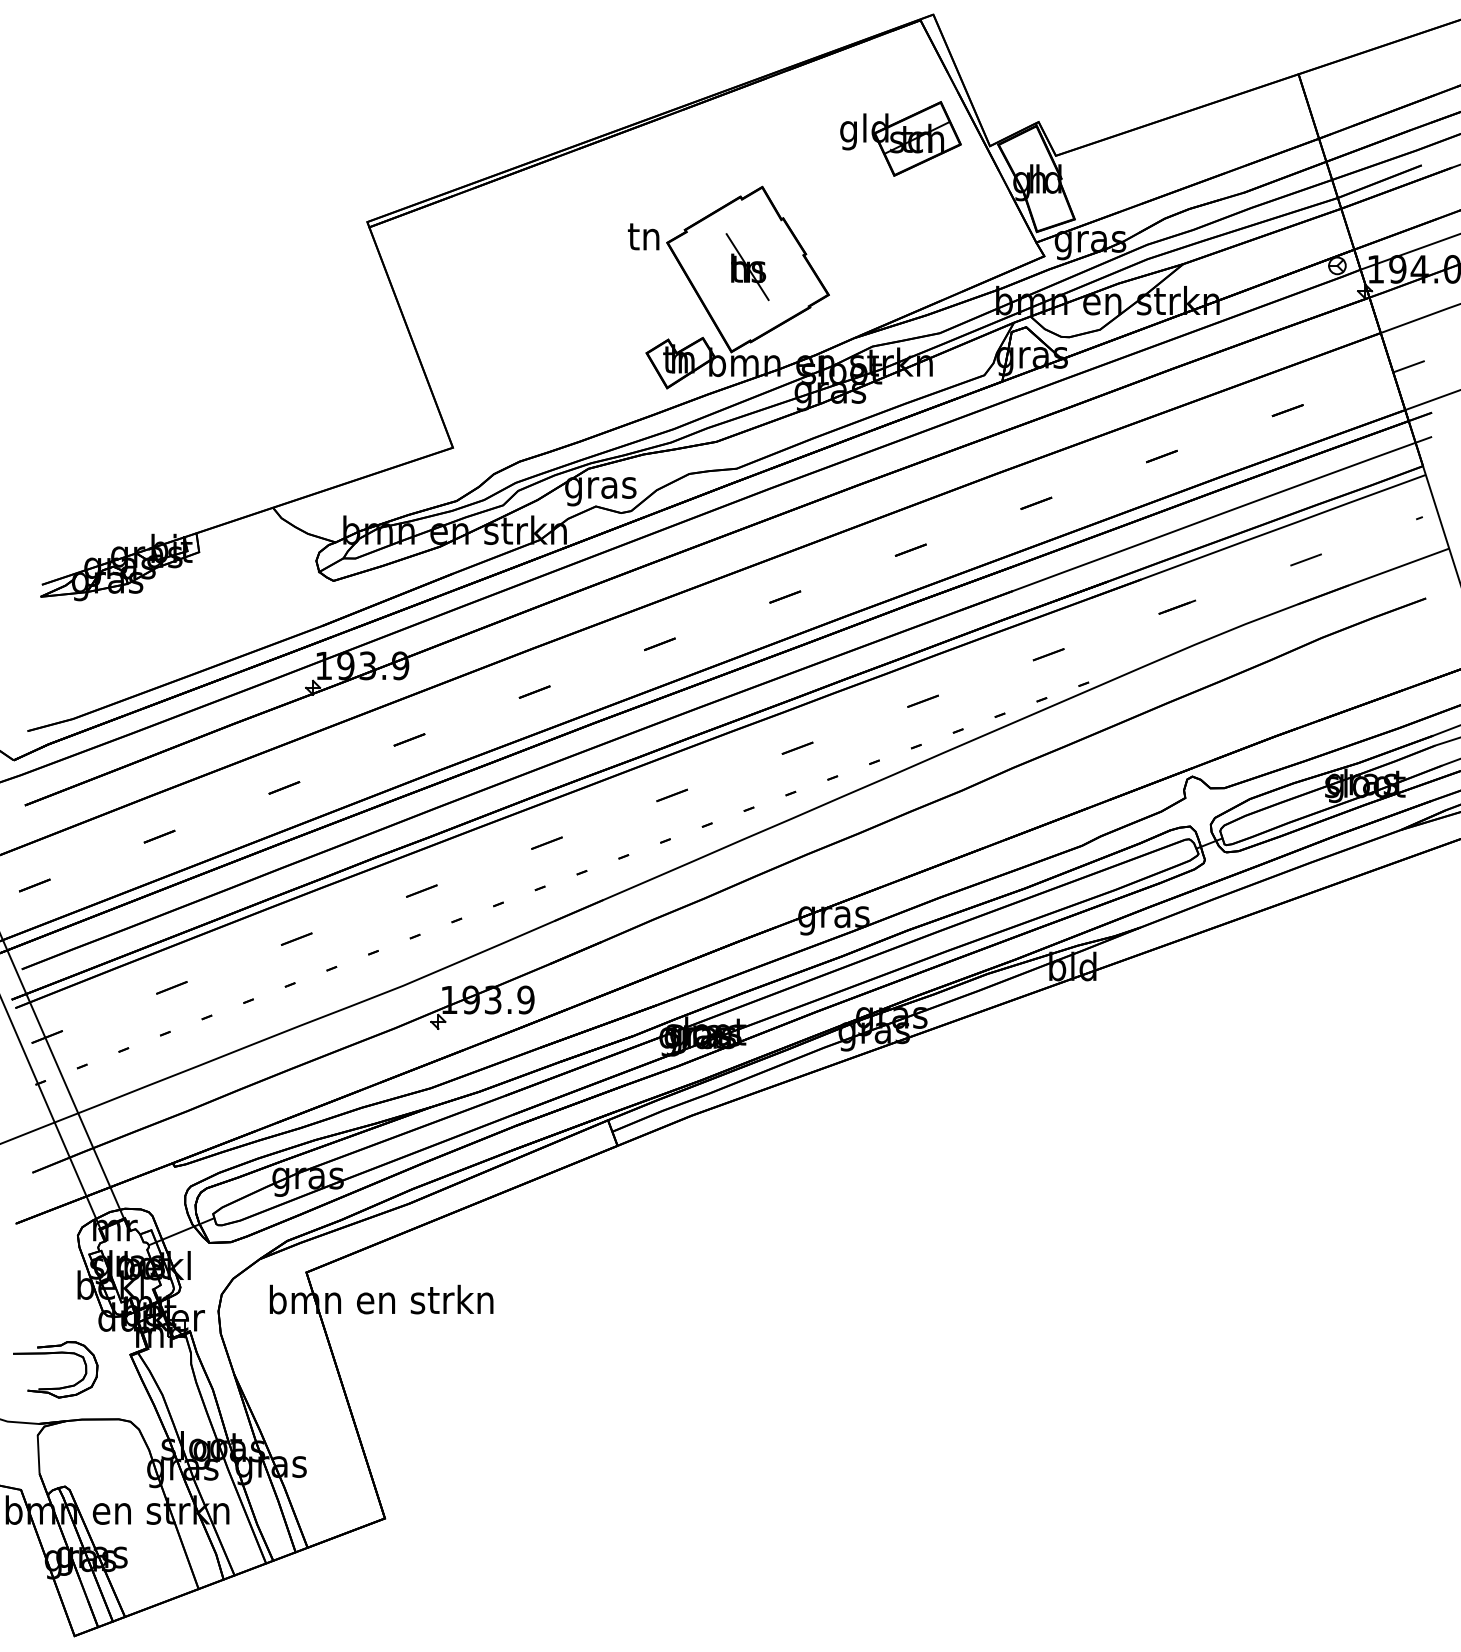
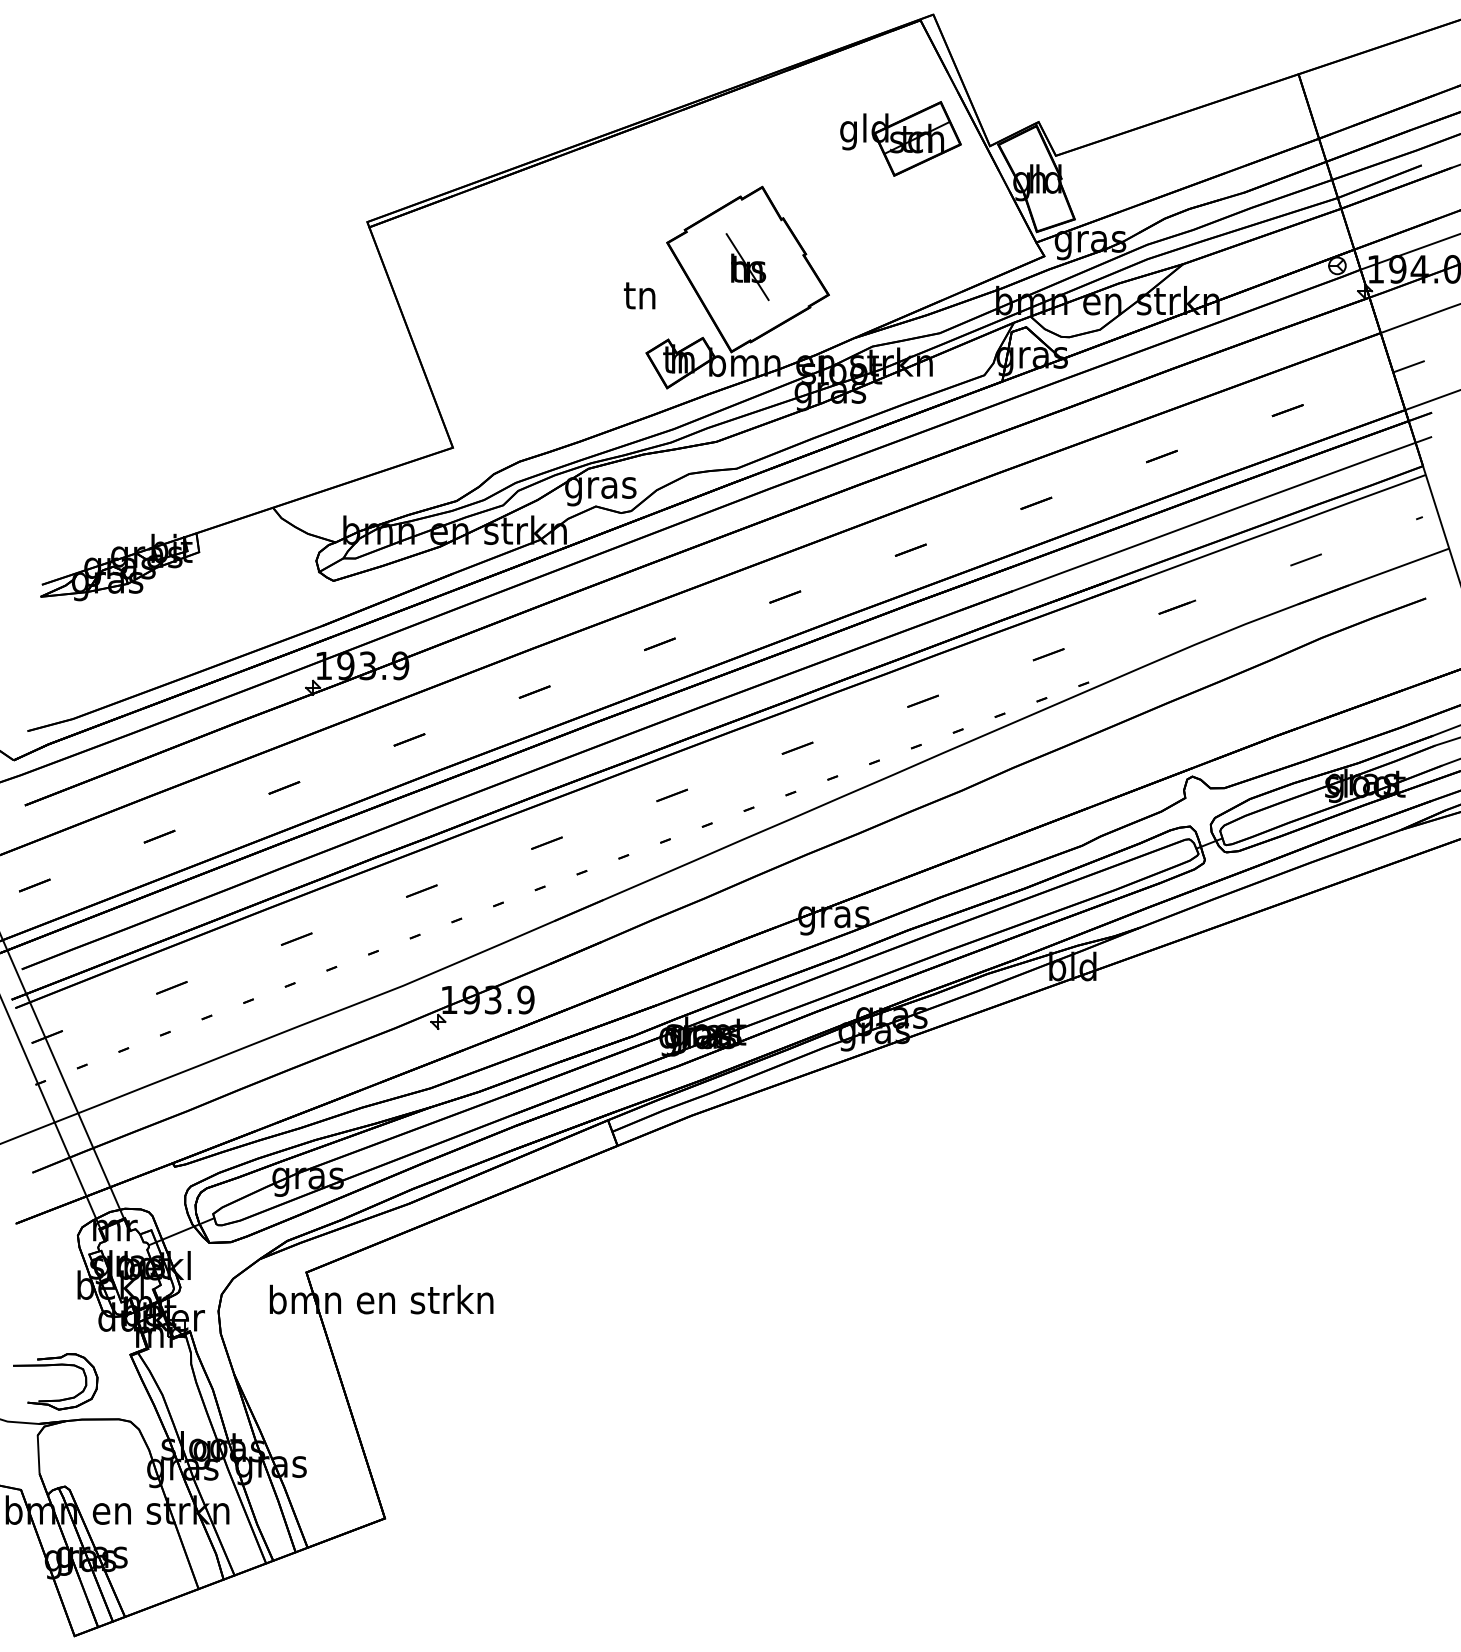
text at (643, 236) position: (643, 236) -> (639, 295)
part at (50, 1354) position: (50, 1354) -> (50, 1366)
